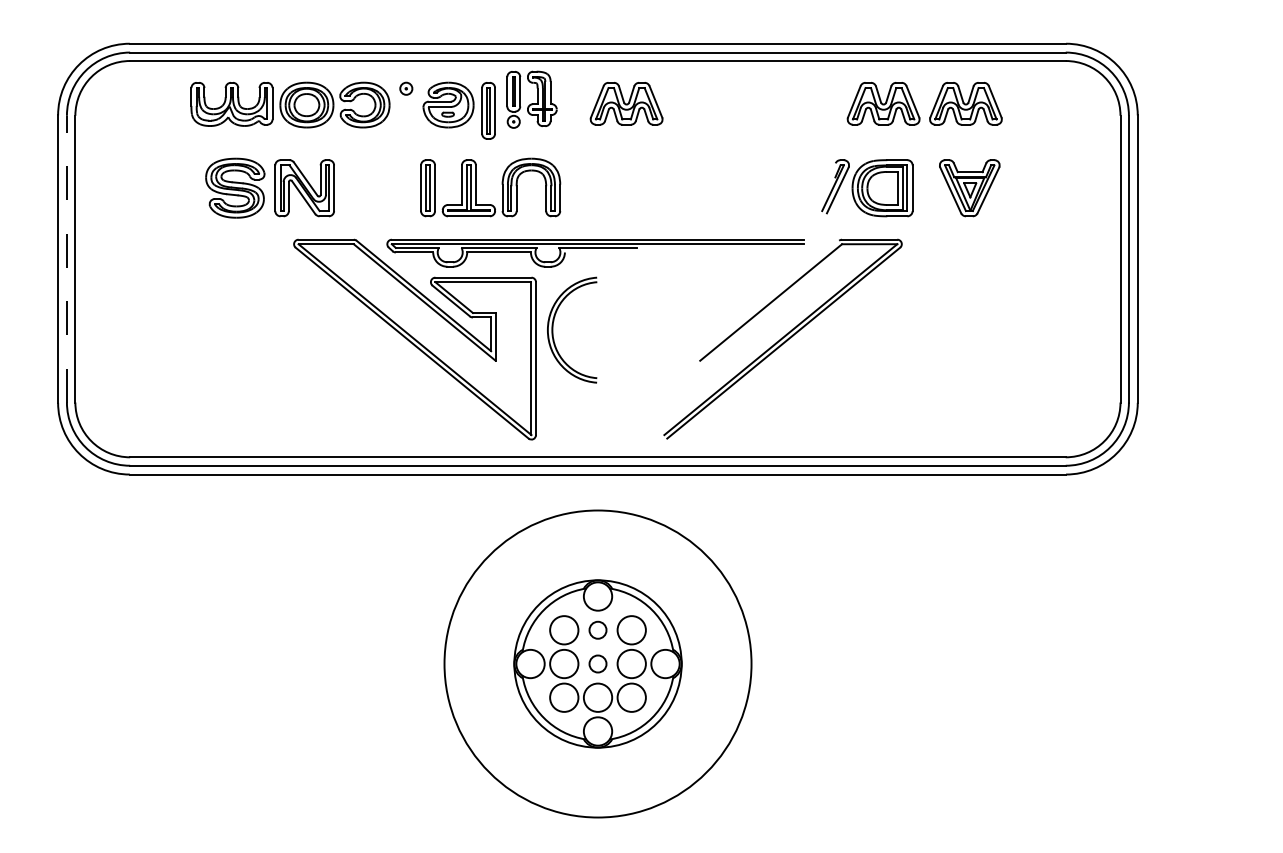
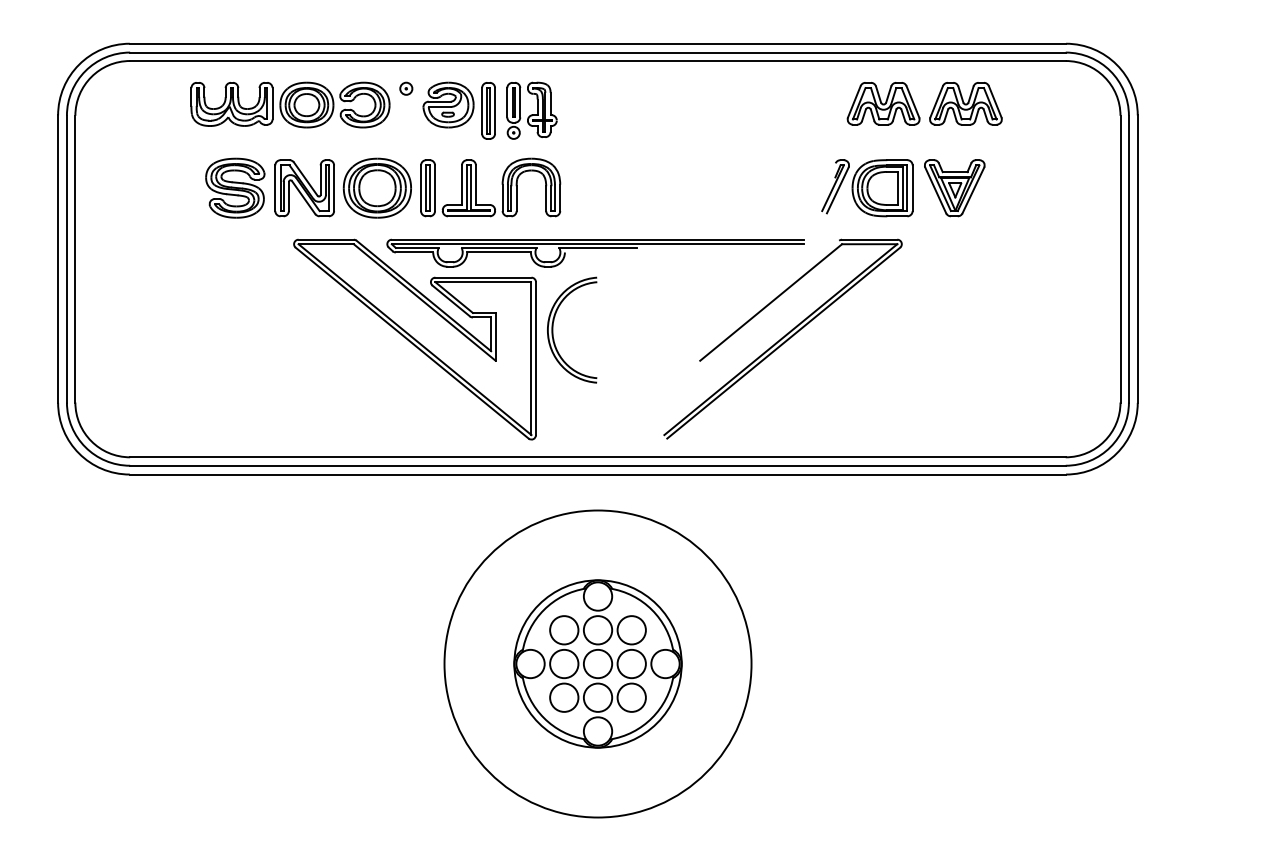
part at (531, 99) position: (531, 99) -> (531, 110)
part at (626, 103): present -> none
part at (376, 187): none -> present
part at (969, 188) position: (969, 188) -> (954, 188)
line at (66, 258): dashed -> solid
circle at (597, 629) diameter: 17 px -> 28 px
circle at (597, 663) diameter: 17 px -> 28 px
